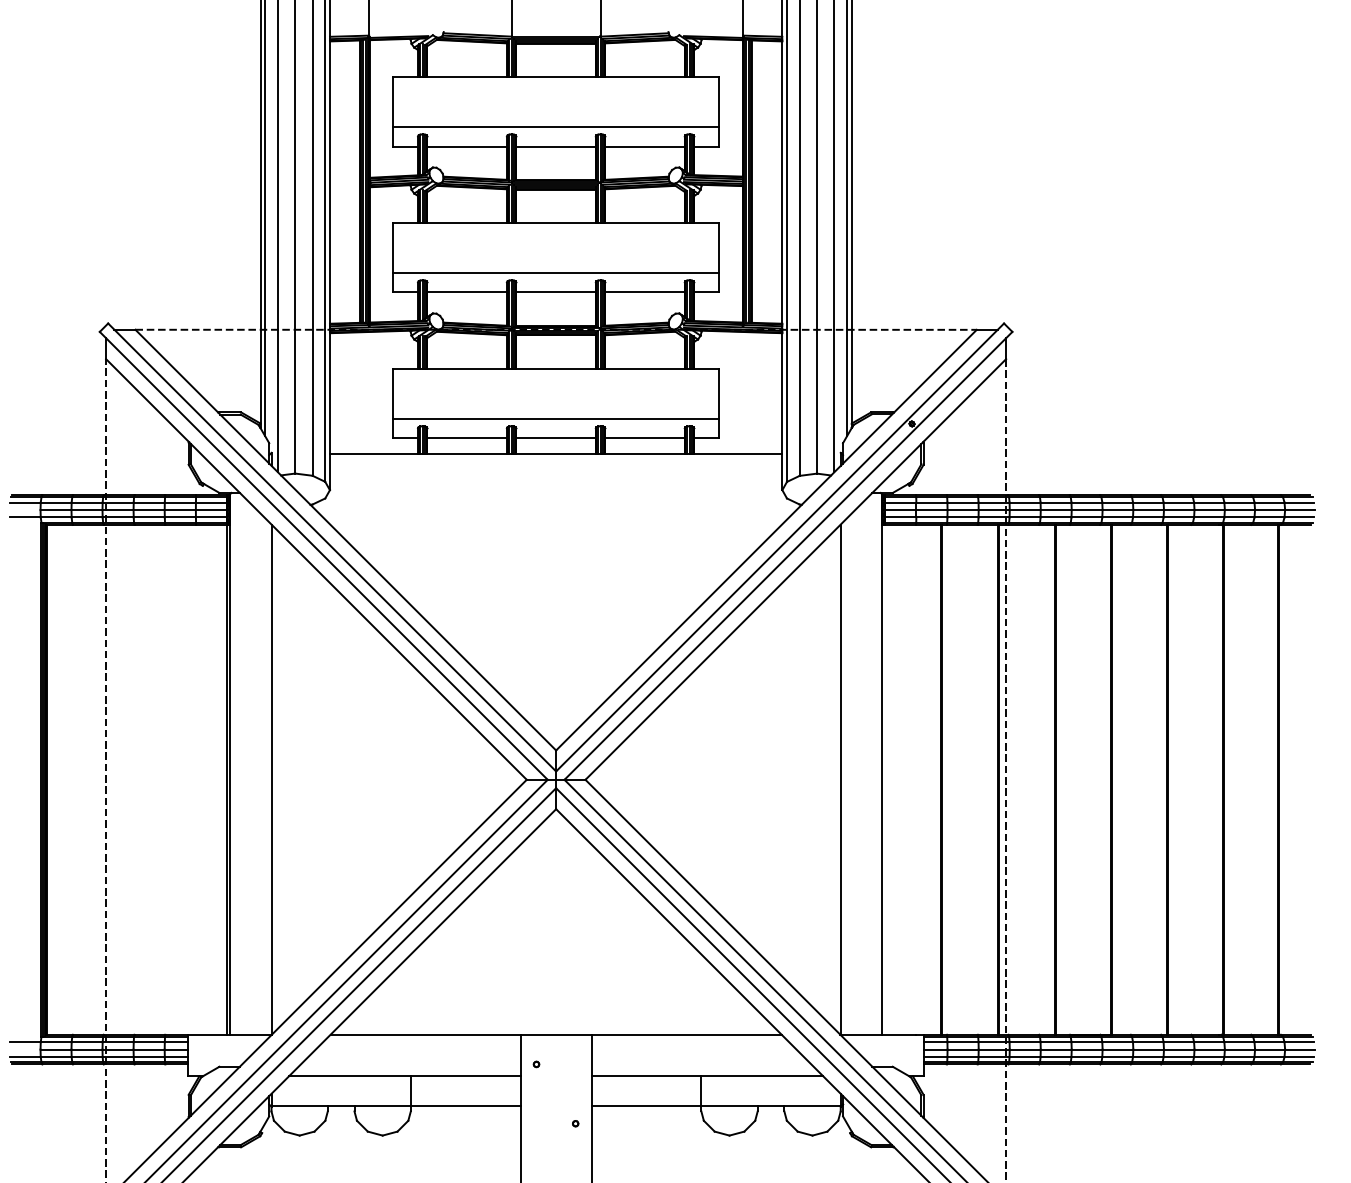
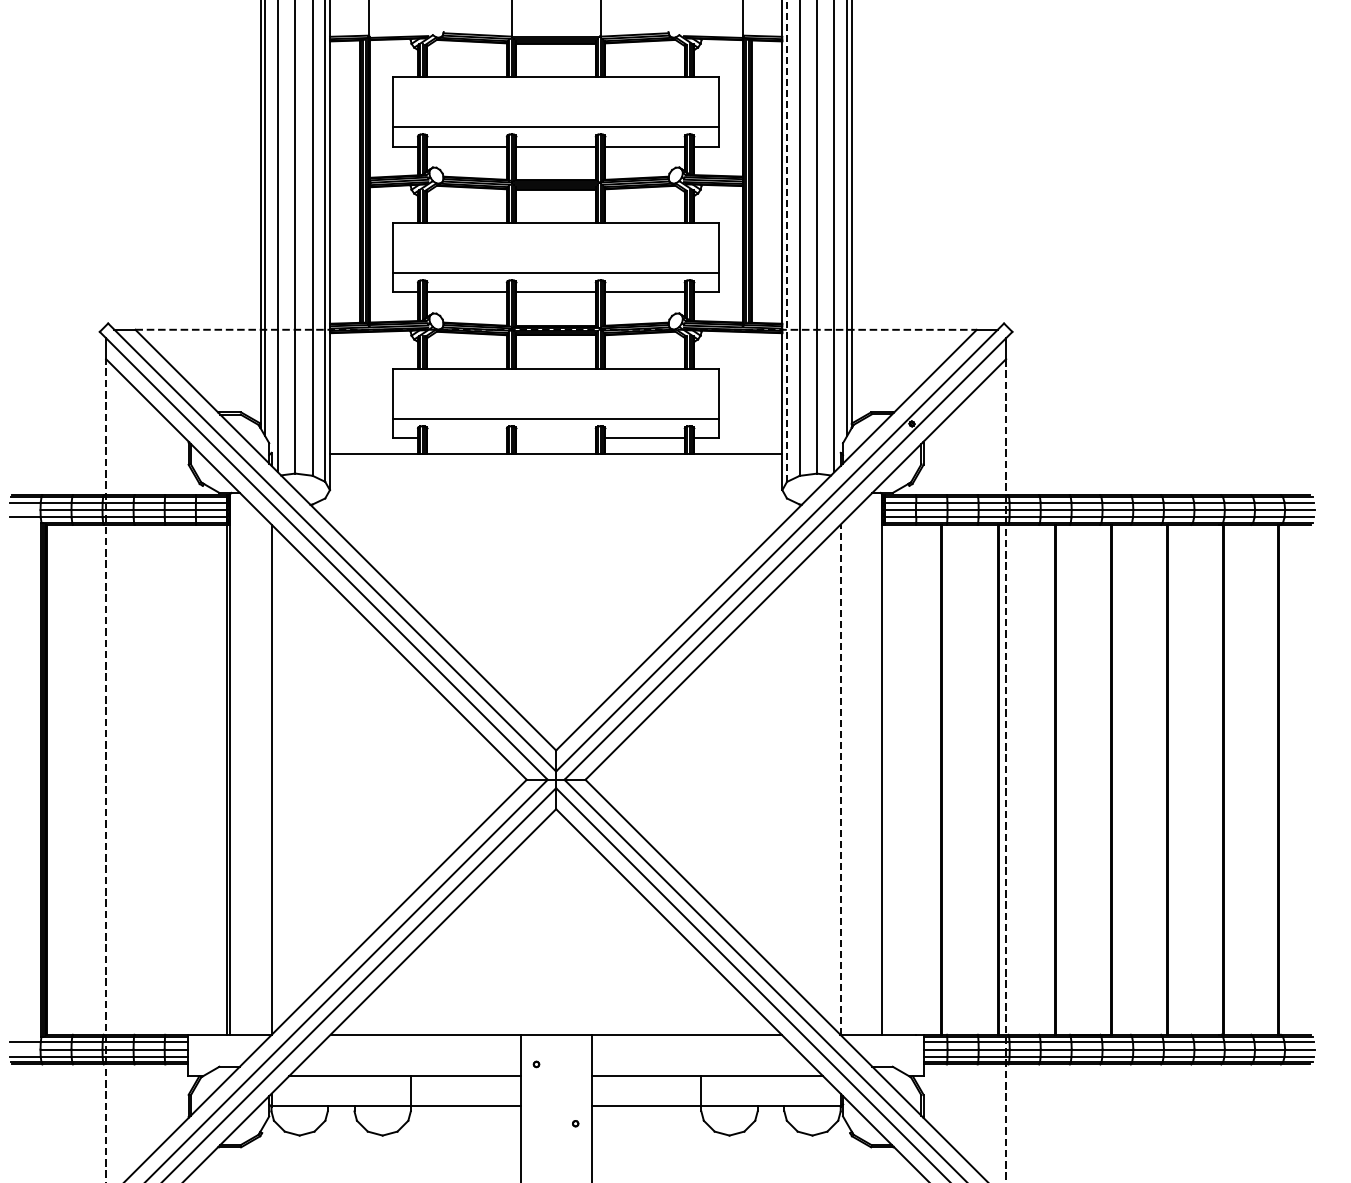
line at (786, 241): solid -> dashed
line at (466, 438): present -> none
line at (555, 438): present -> none
line at (840, 779): solid -> dashed
